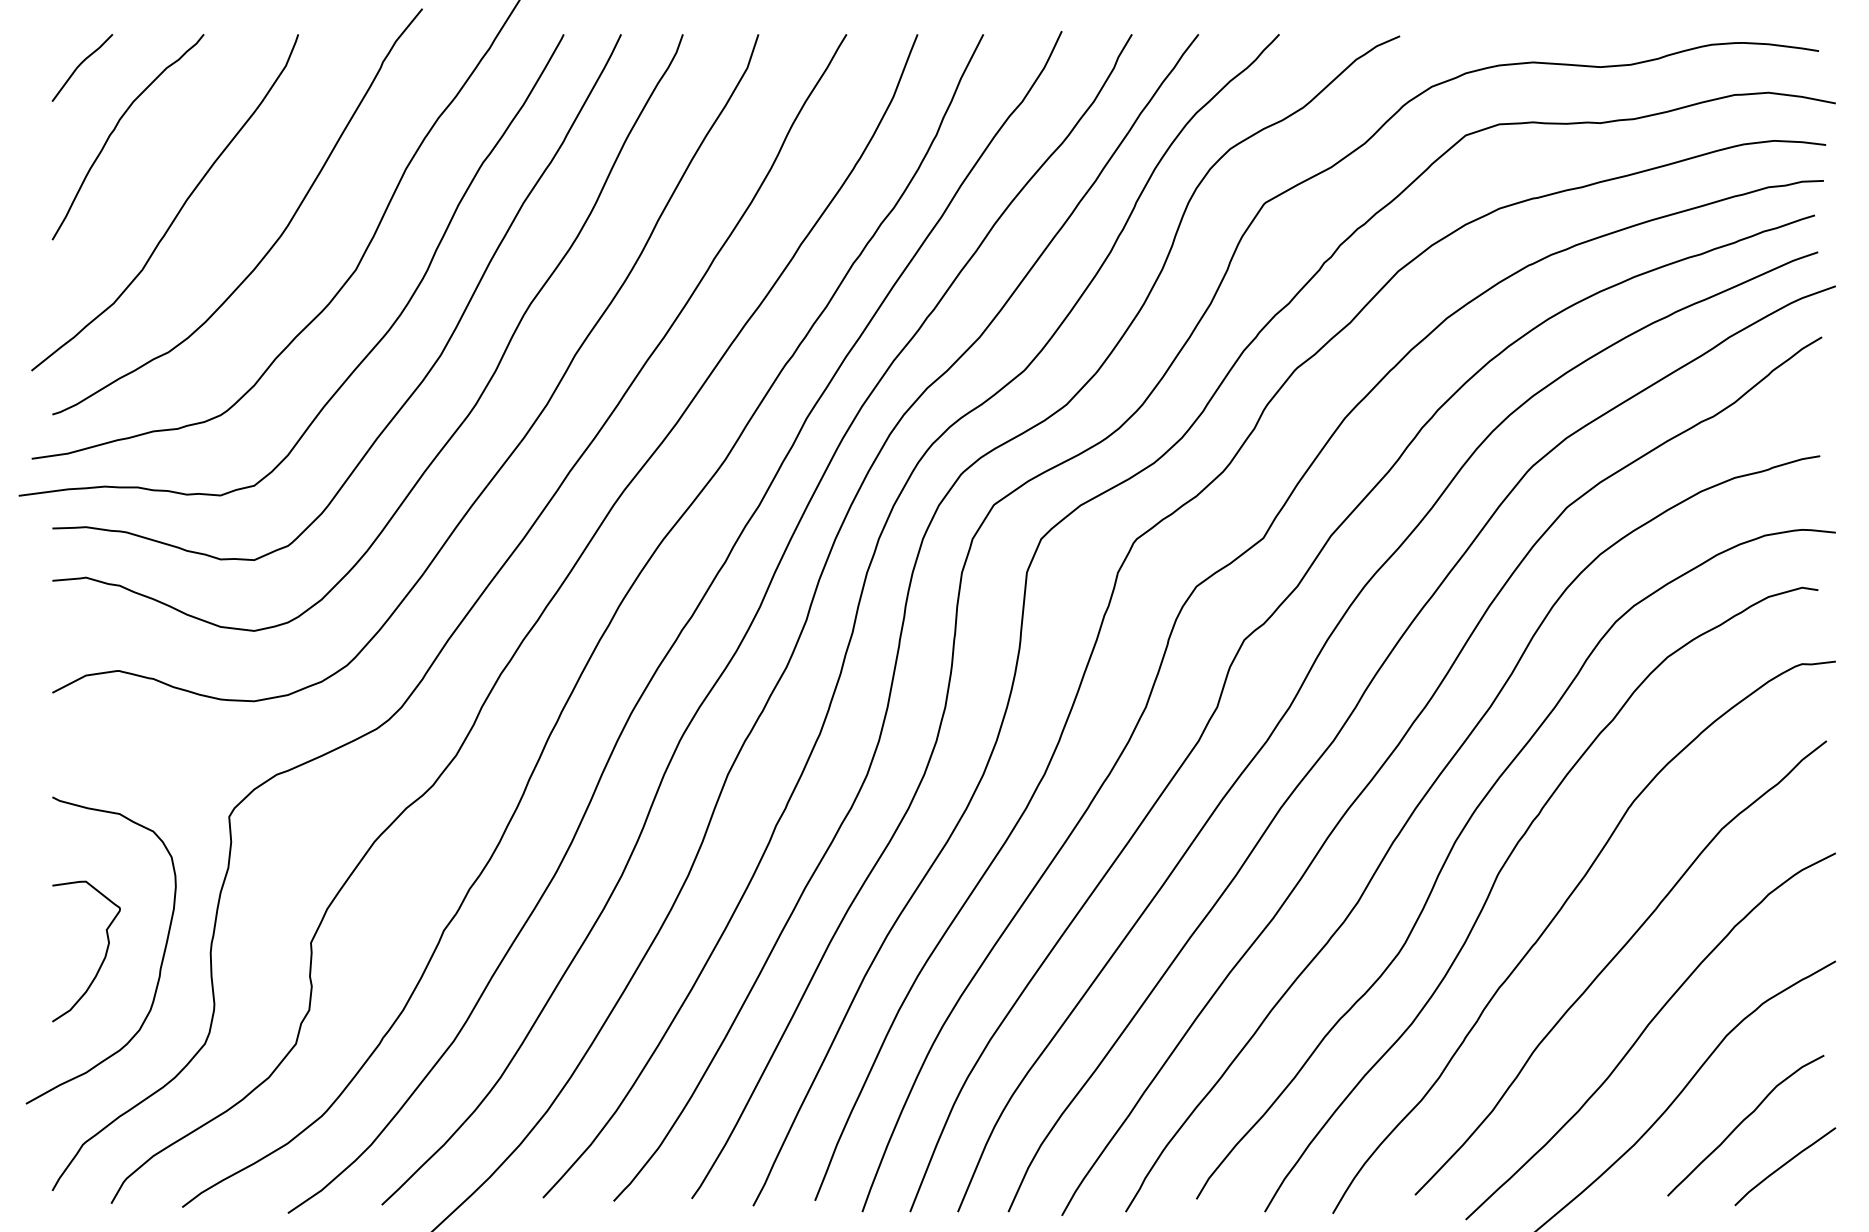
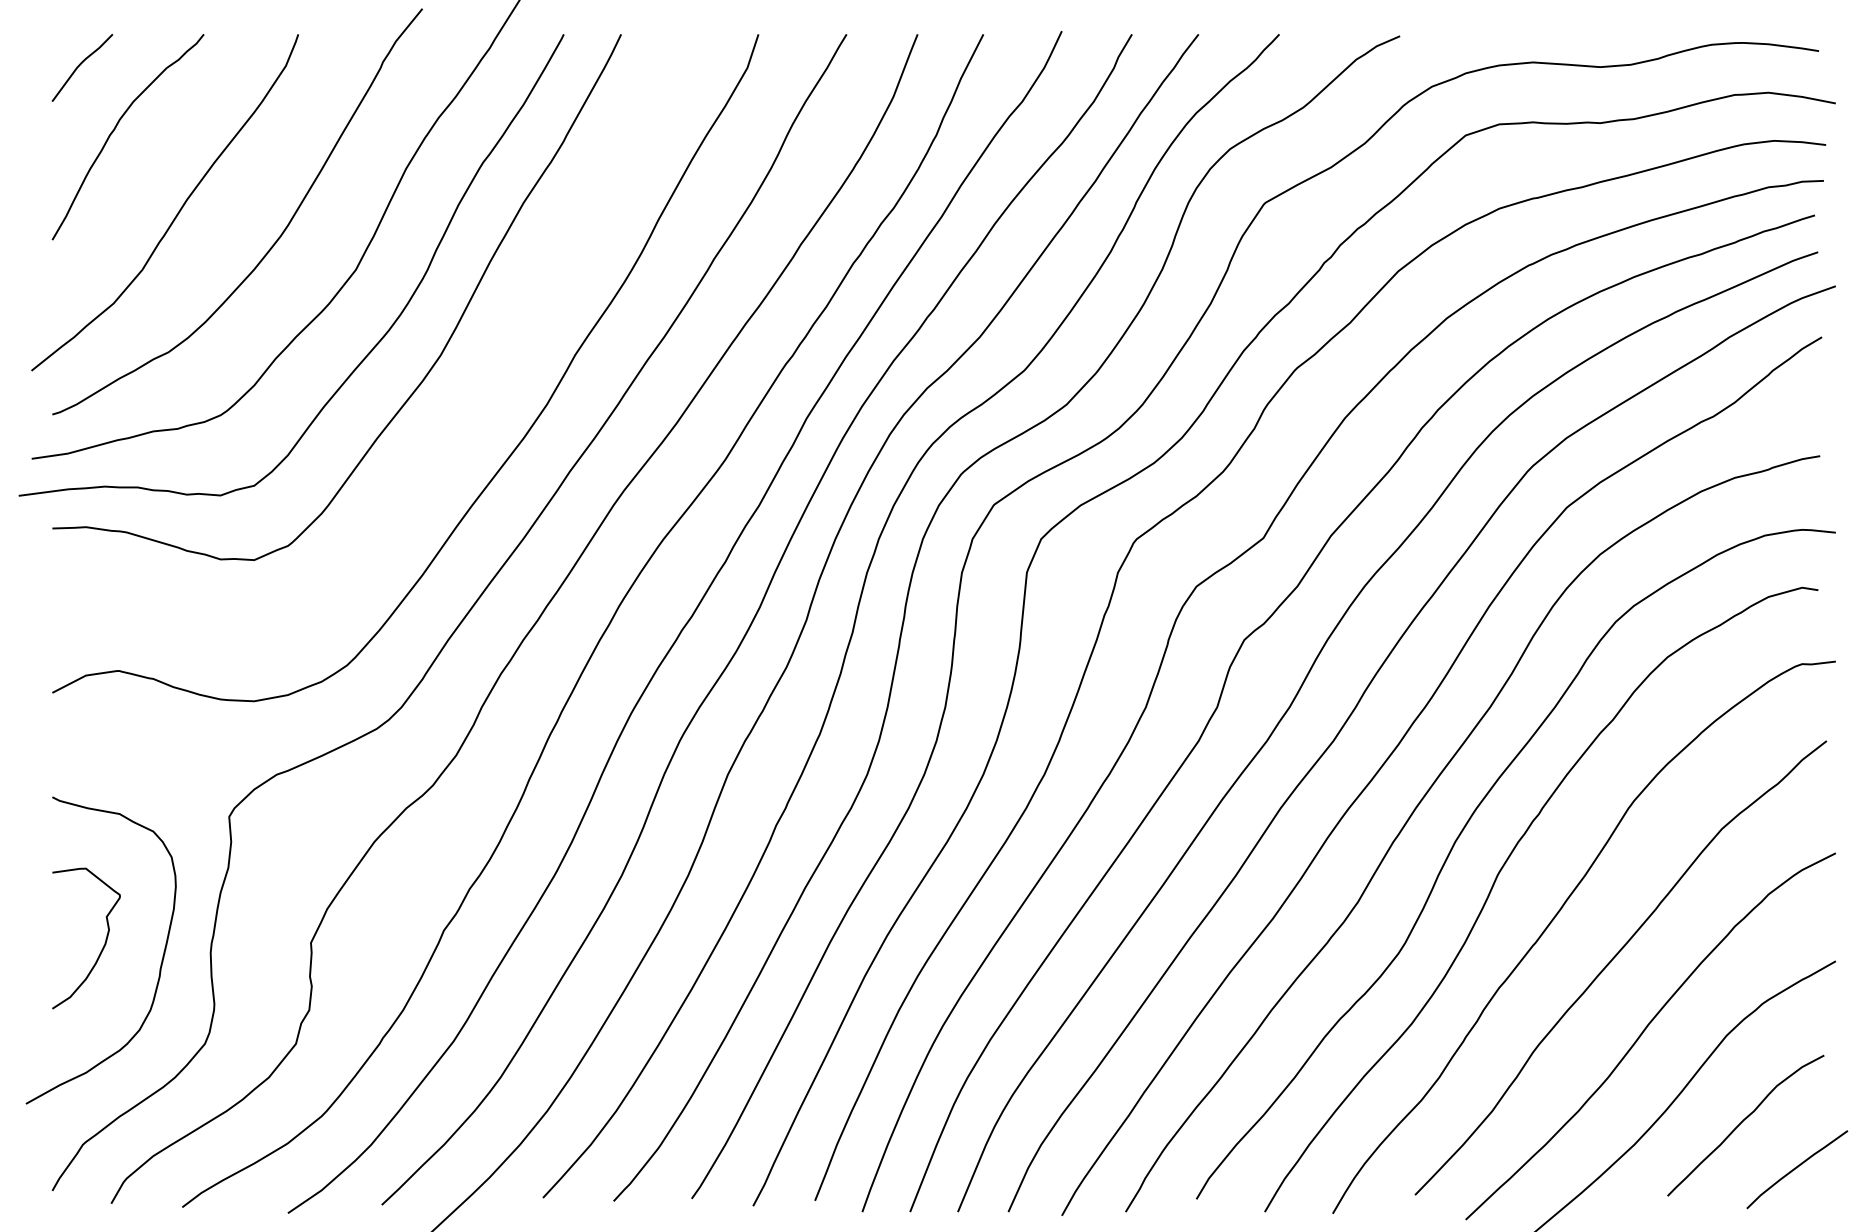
curve at (478, 397): present -> none
curve at (102, 960) position: (102, 960) -> (102, 947)
curve at (1785, 1165) position: (1785, 1165) -> (1797, 1168)
